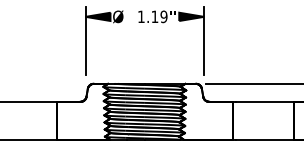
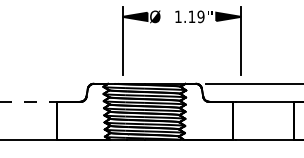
part at (144, 22) position: (144, 22) -> (181, 22)
line at (29, 101): solid -> dashed
